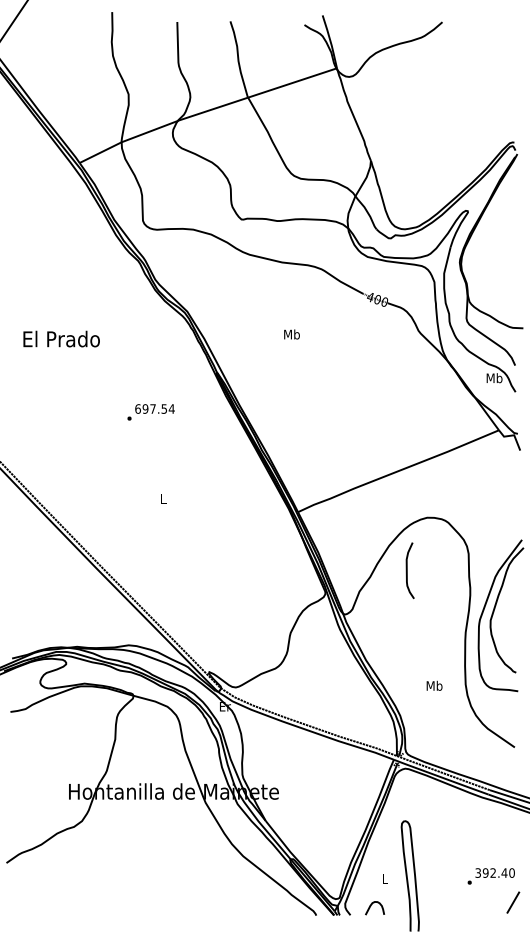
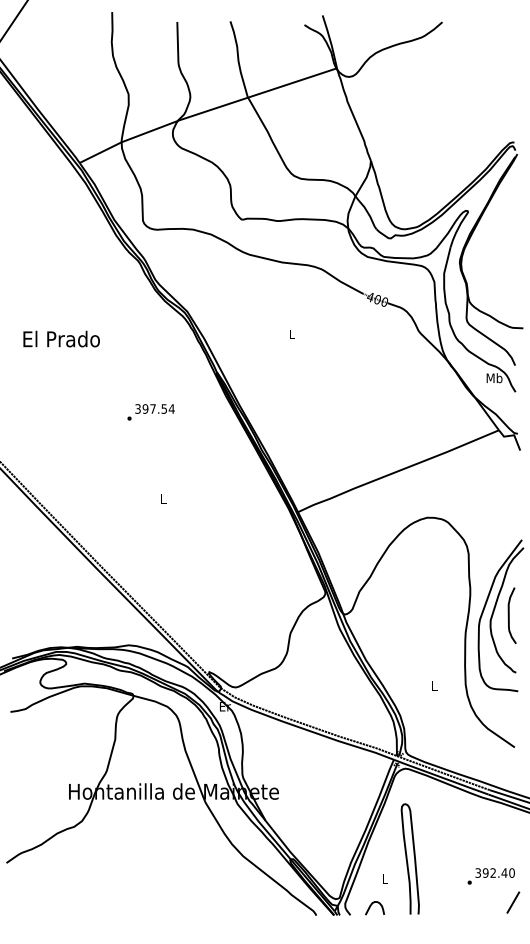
text at (291, 334): Mb -> L
text at (137, 408): 697.54 -> 397.54
curve at (407, 570) position: (407, 570) -> (509, 615)
text at (434, 685): Mb -> L
curve at (407, 875) position: (407, 875) -> (407, 858)
